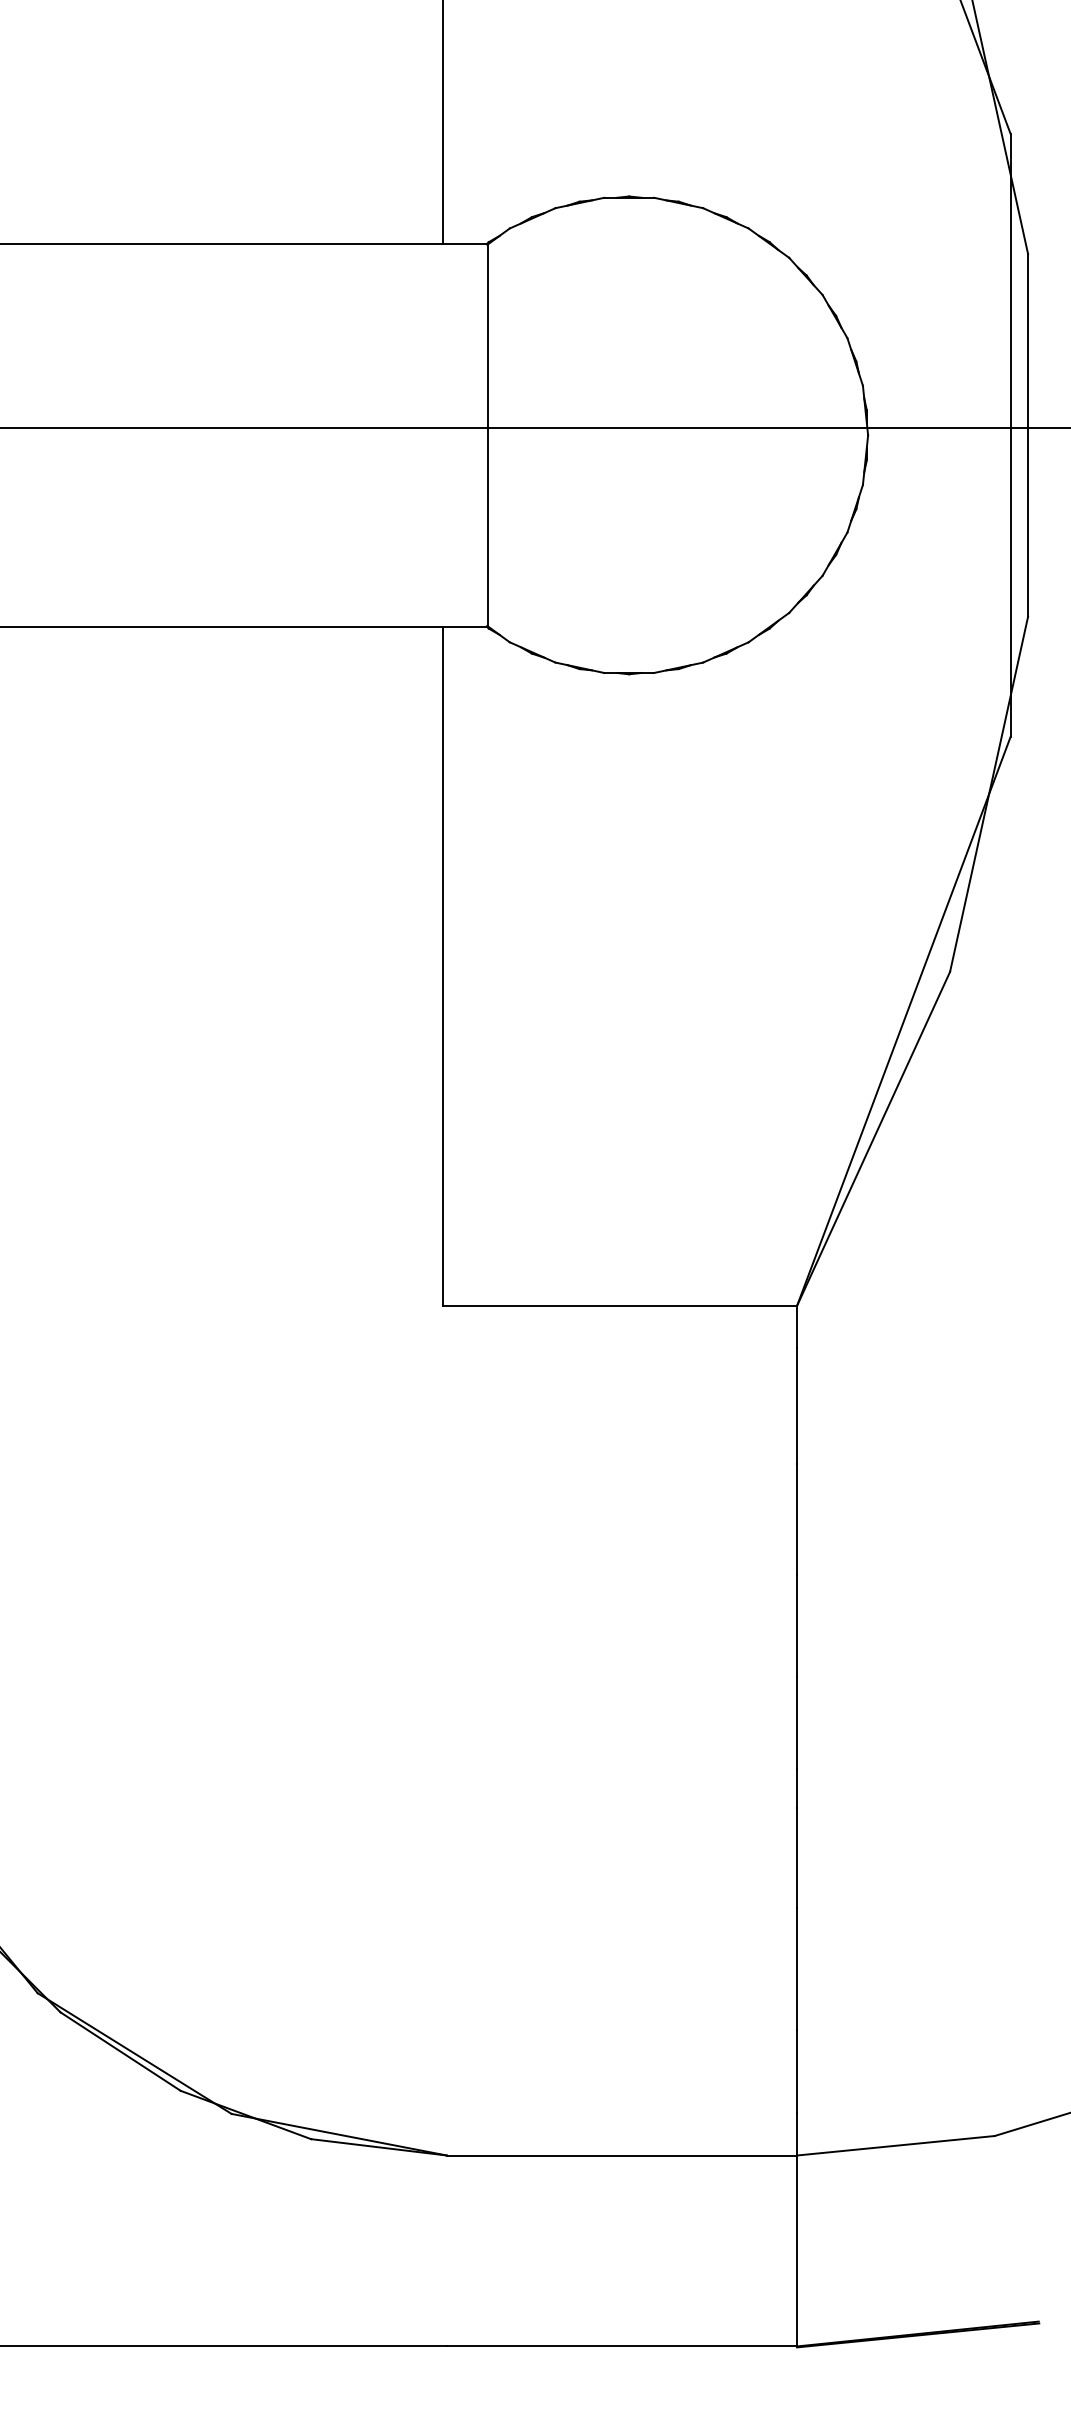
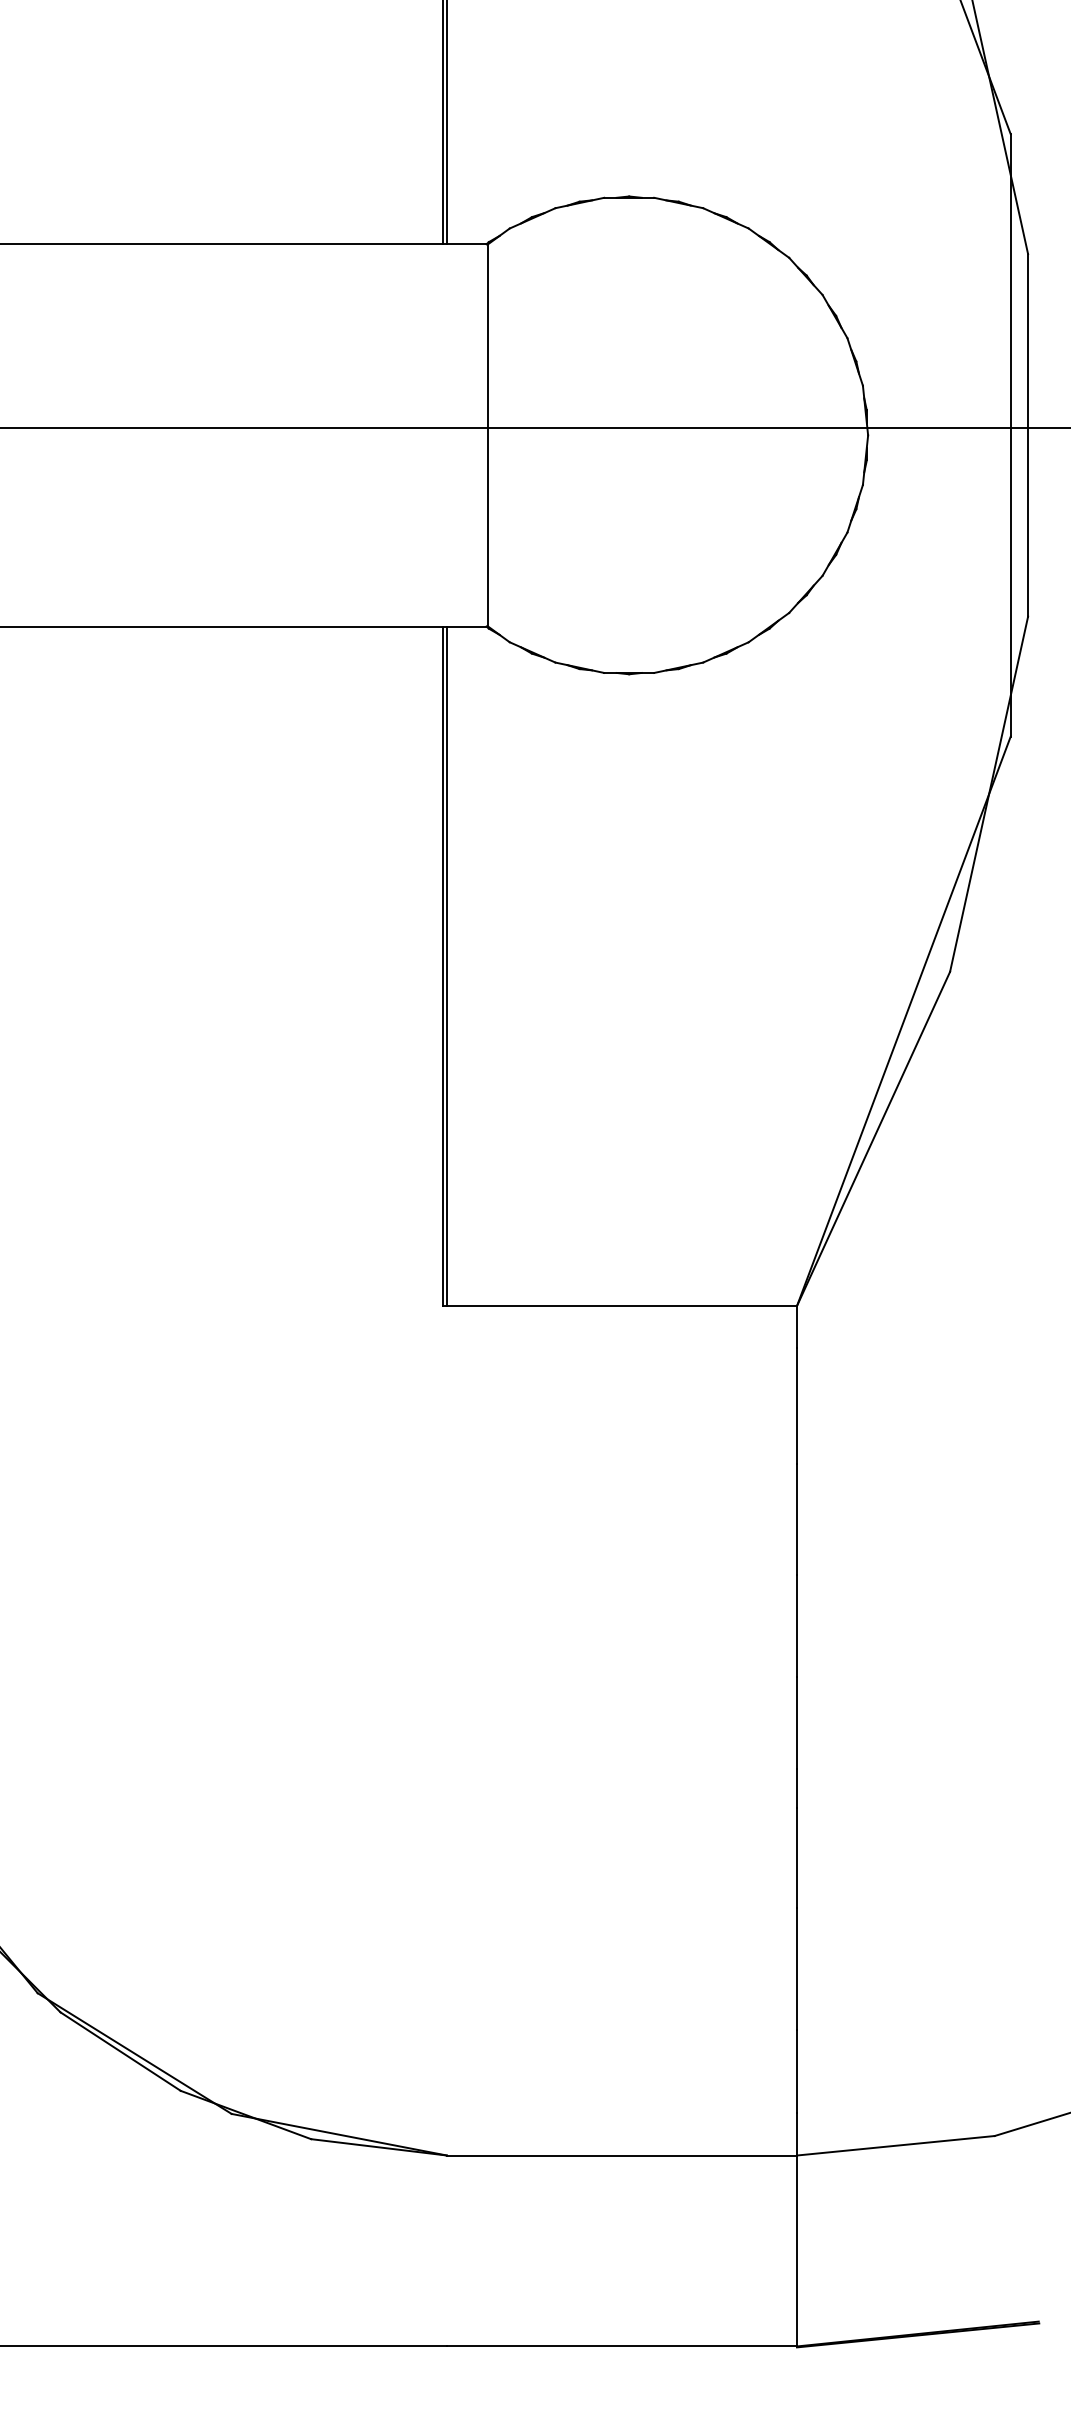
line at (446, 123): none -> present
line at (446, 965): none -> present
